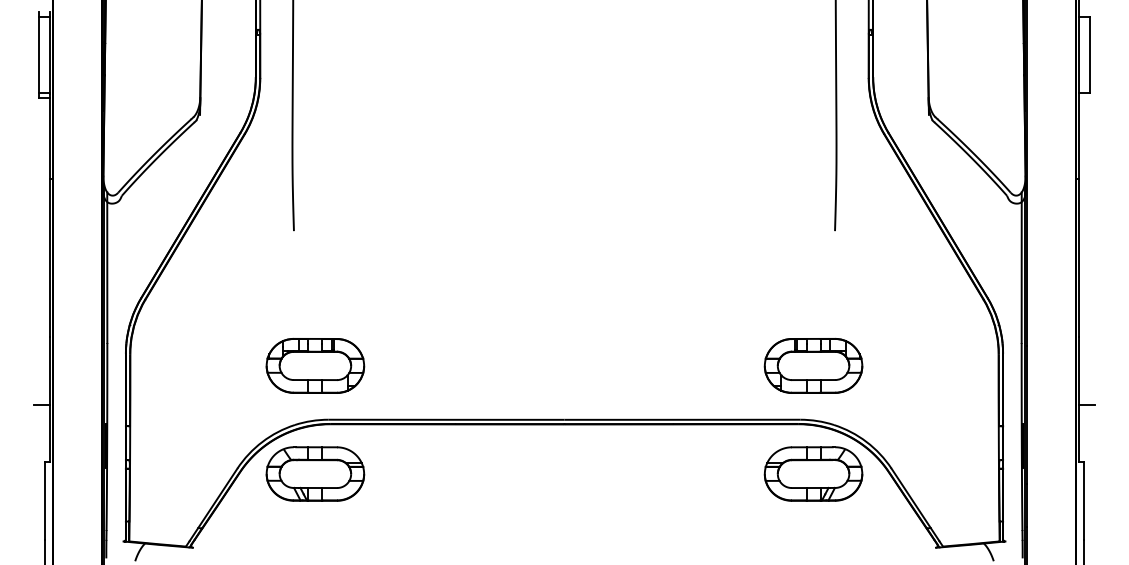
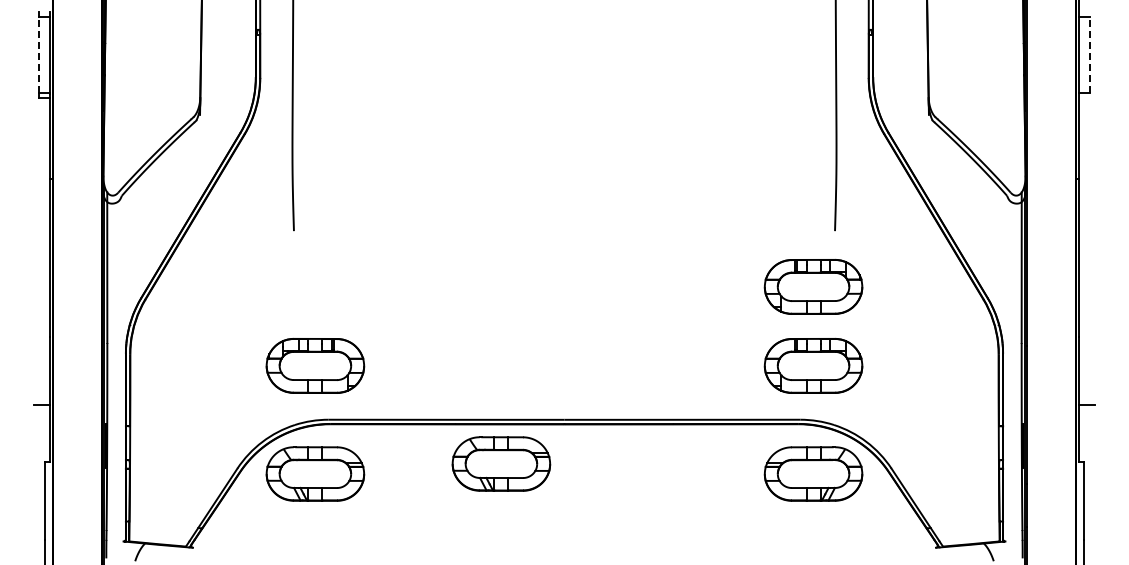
line at (39, 54): solid -> dashed
line at (1089, 54): solid -> dashed
part at (813, 286): none -> present
part at (501, 463): none -> present
